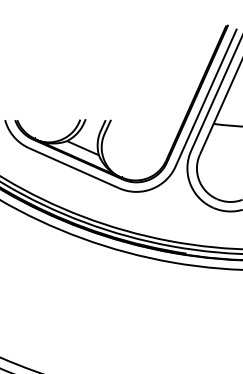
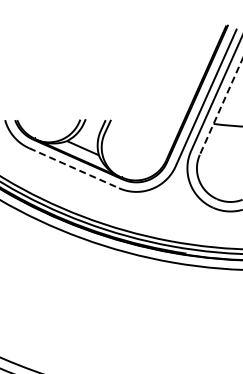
line at (221, 106): solid -> dashed
line at (74, 168): solid -> dashed
